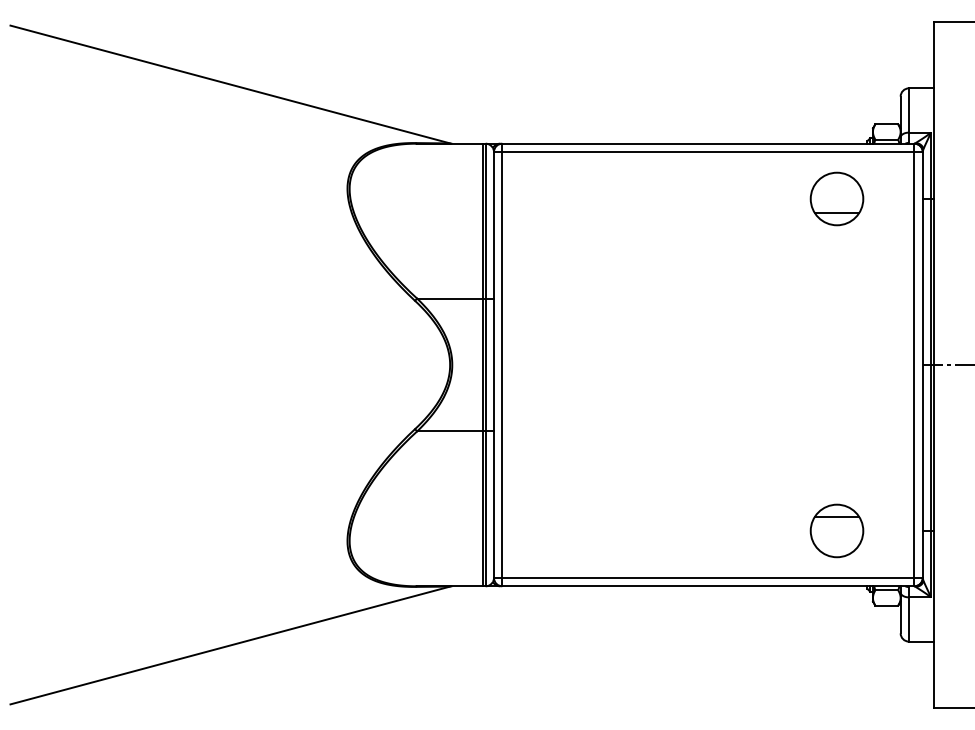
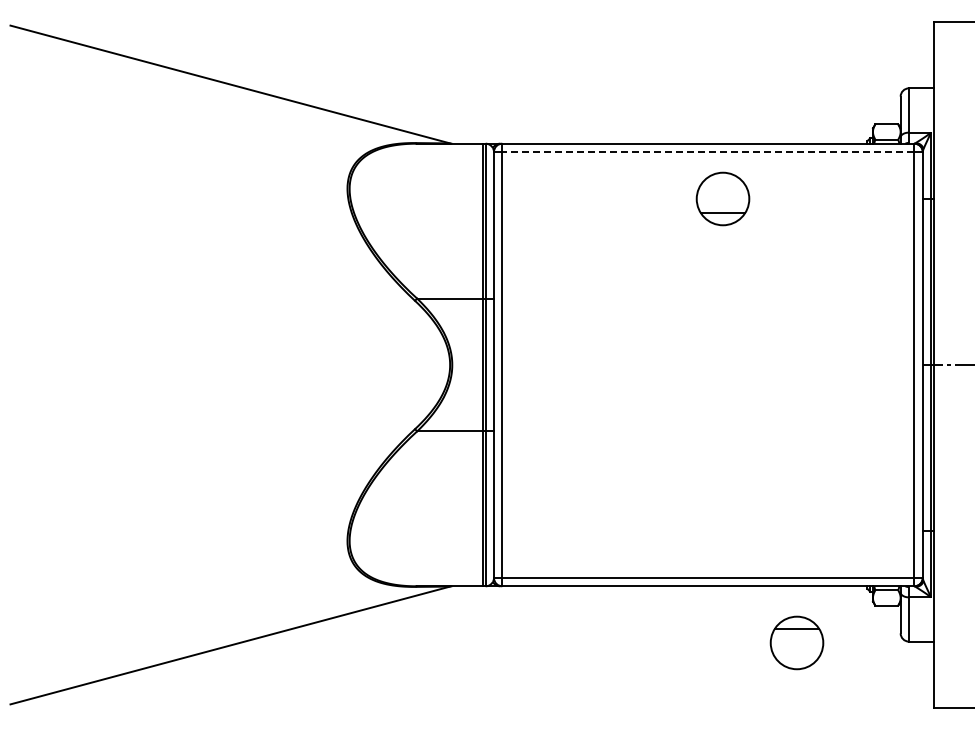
line at (707, 151): solid -> dashed
part at (836, 198) position: (836, 198) -> (722, 198)
part at (836, 530) position: (836, 530) -> (796, 642)
